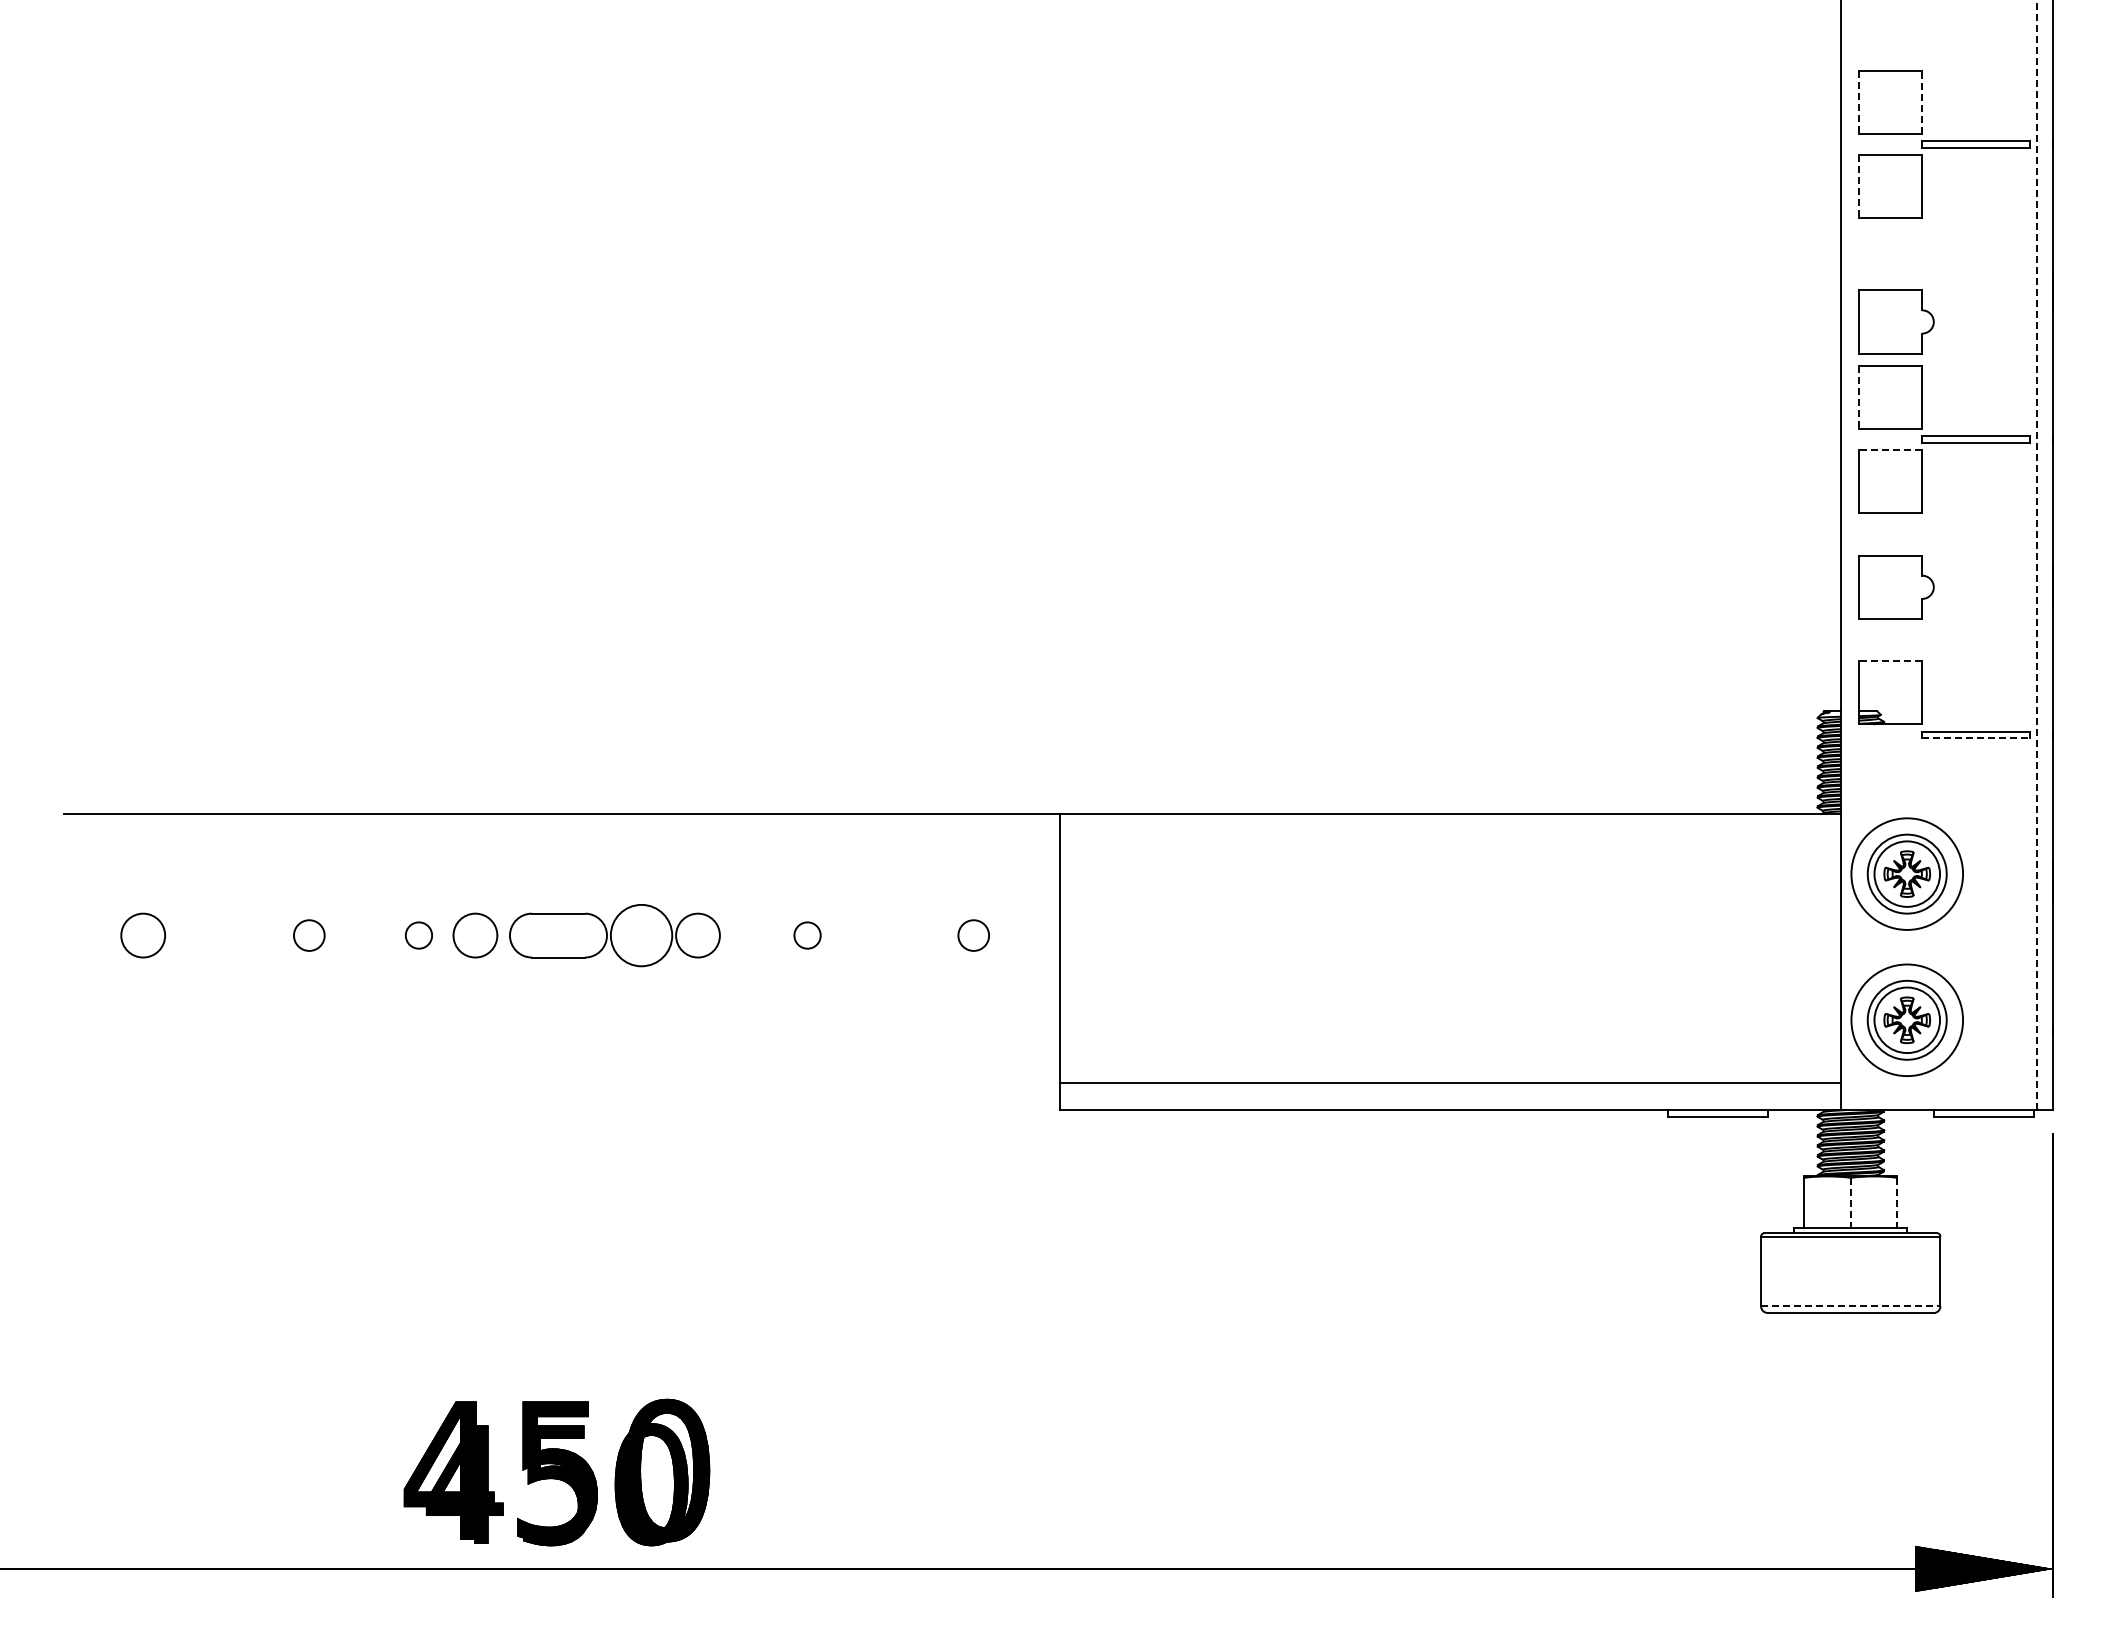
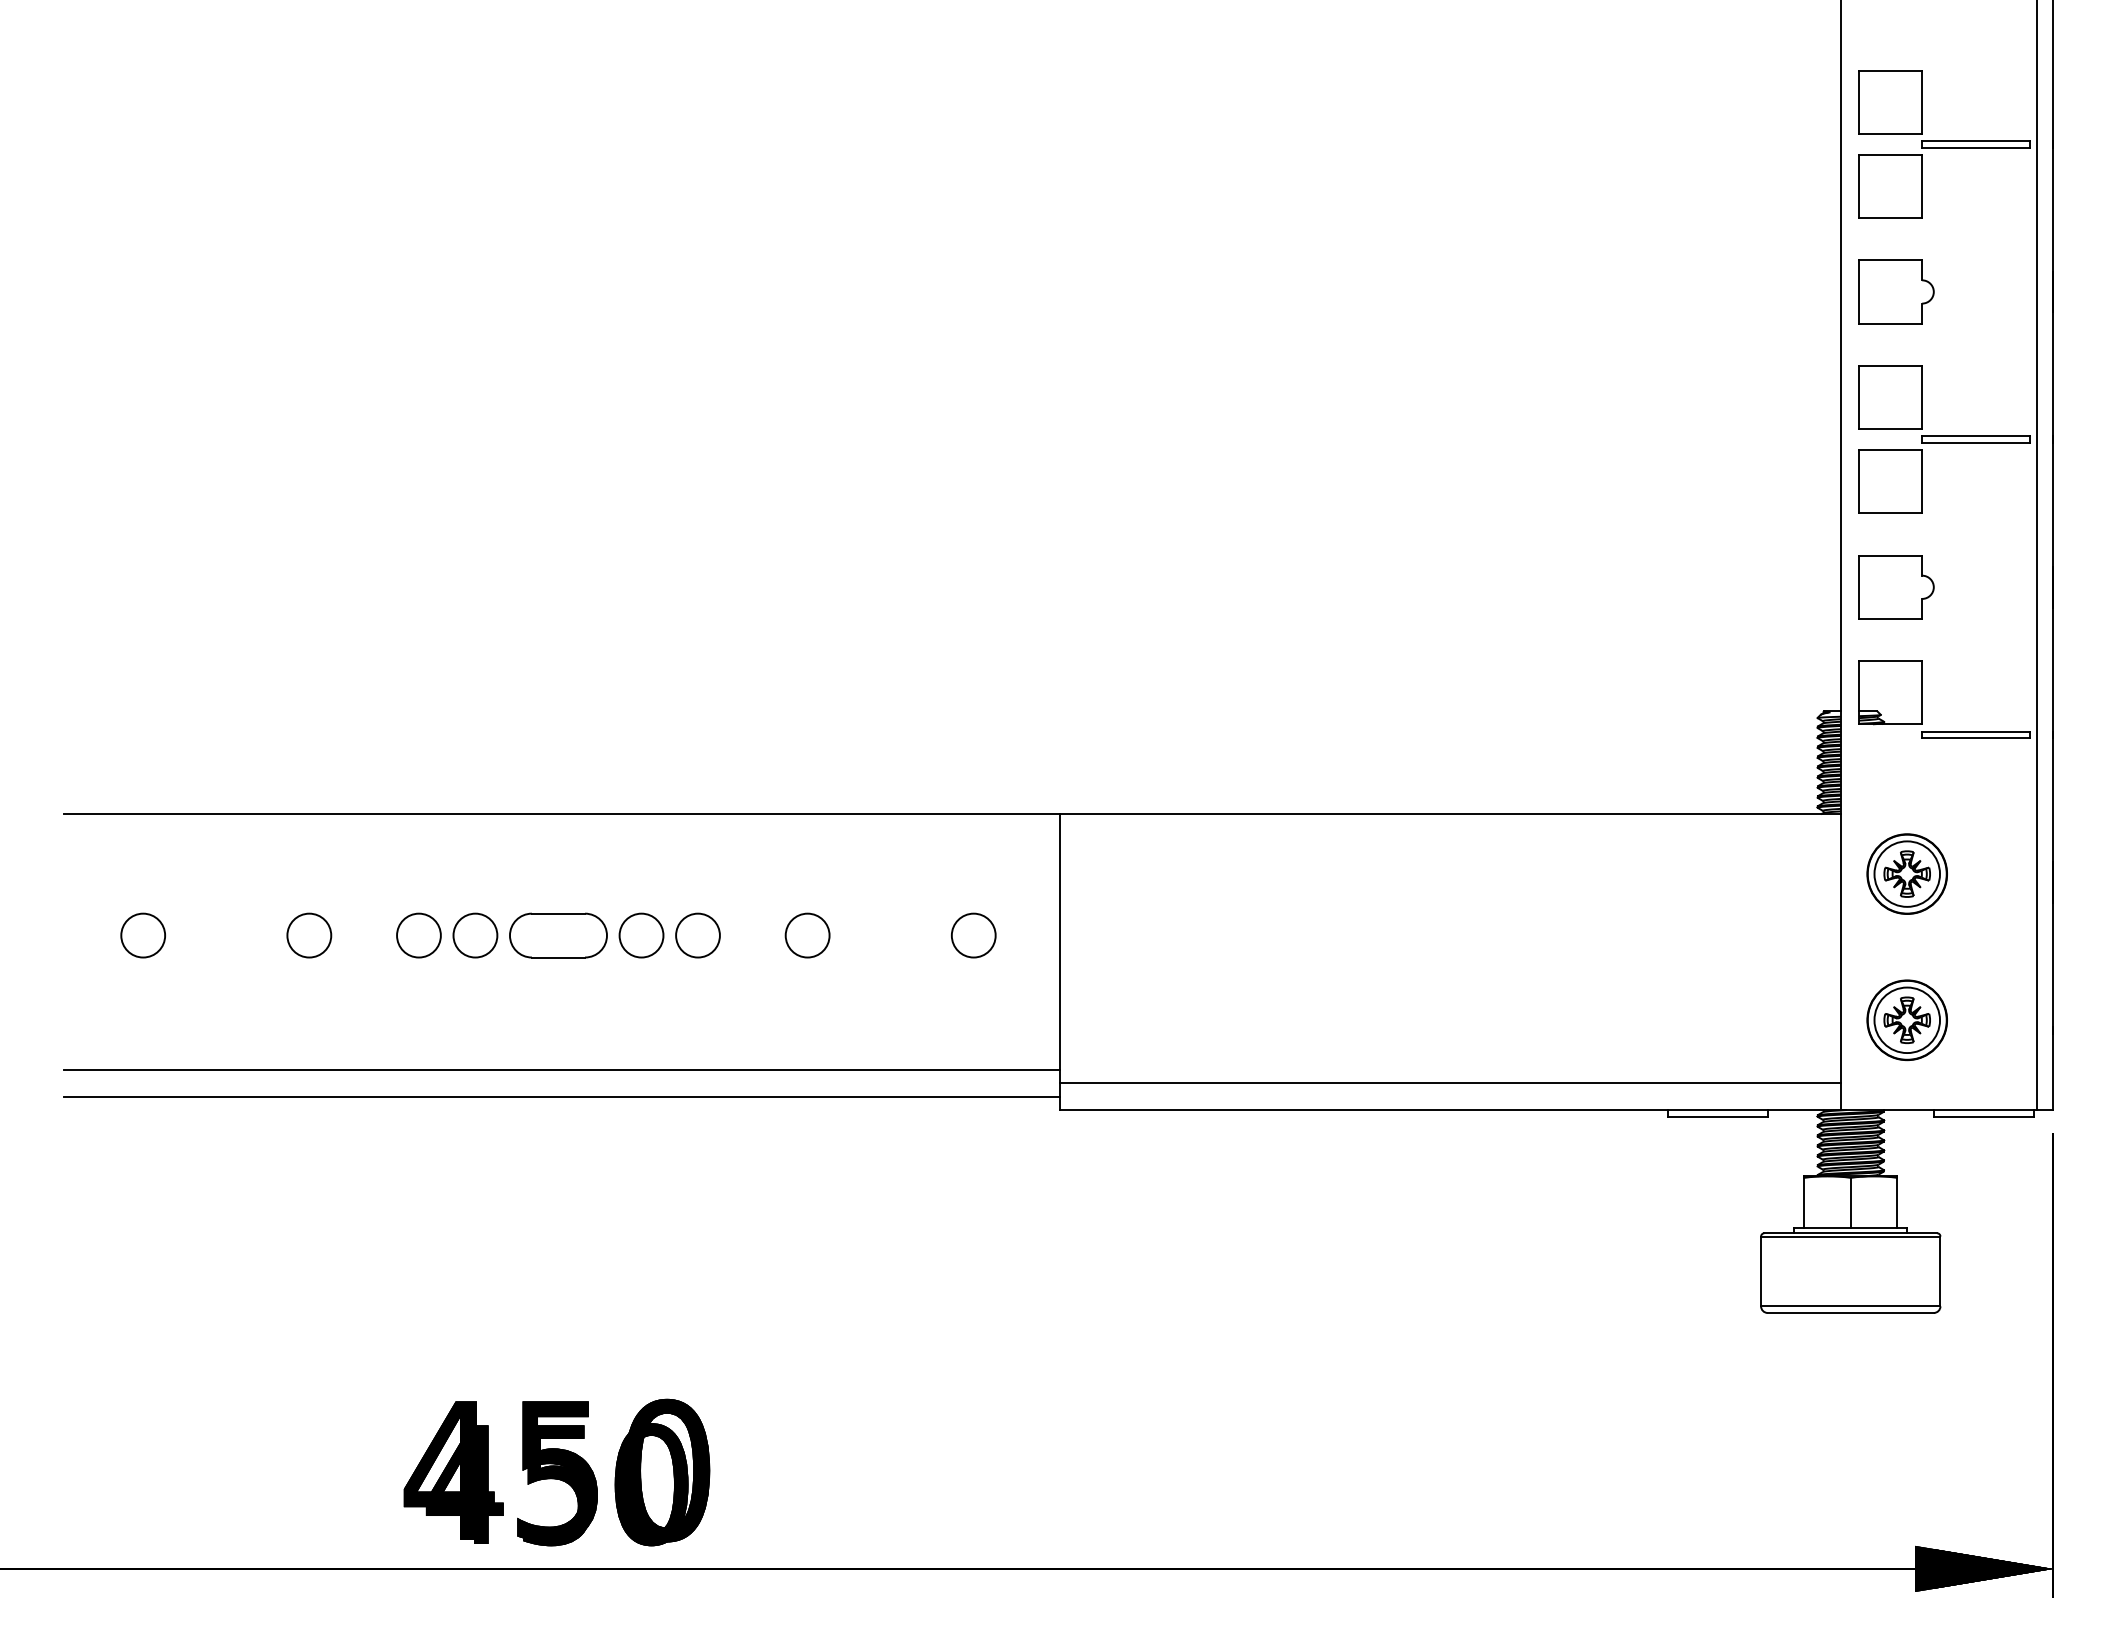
line at (1859, 102): dashed -> solid
line at (1922, 102): dashed -> solid
line at (1859, 186): dashed -> solid
part at (1896, 321) position: (1896, 321) -> (1896, 291)
line at (1859, 397): dashed -> solid
line at (1890, 450): dashed -> solid
line at (2036, 555): dashed -> solid
line at (1890, 661): dashed -> solid
line at (1976, 738): dashed -> solid
circle at (1907, 873) diameter: 112 px -> 80 px
circle at (308, 935) diameter: 31 px -> 44 px
circle at (418, 935) size: 29x29 px -> 46x47 px
circle at (641, 935) diameter: 61 px -> 44 px
circle at (807, 935) size: 29x29 px -> 47x47 px
circle at (973, 935) diameter: 31 px -> 44 px
circle at (1907, 1020) diameter: 112 px -> 80 px
line at (561, 1070): none -> present
line at (561, 1096): none -> present
line at (1850, 1203): dashed -> solid
line at (1897, 1203): dashed -> solid
line at (1850, 1306): dashed -> solid
